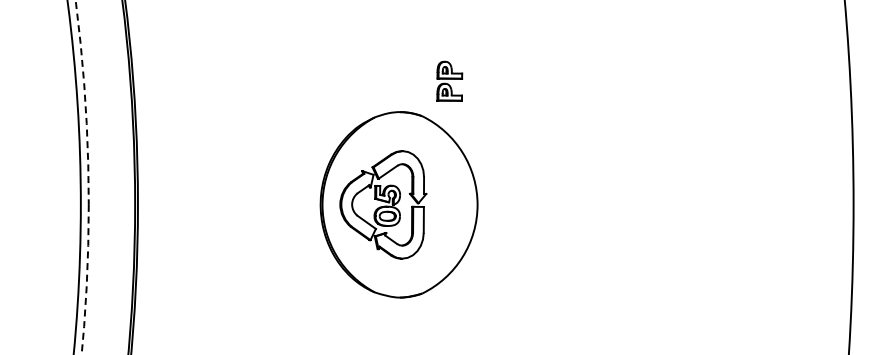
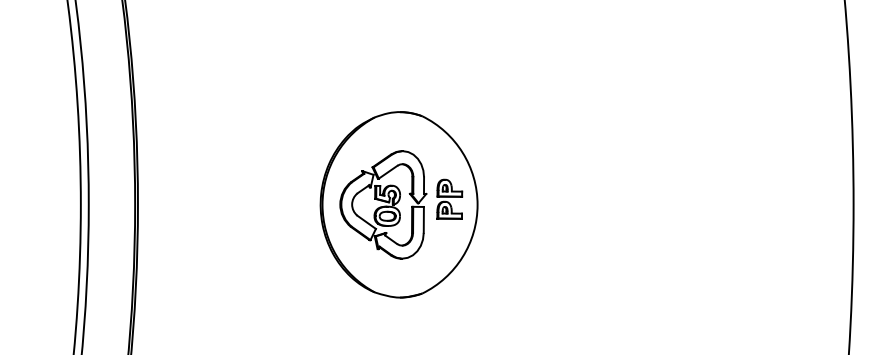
part at (449, 80) position: (449, 80) -> (449, 198)
circle at (81, 177): dashed -> solid
